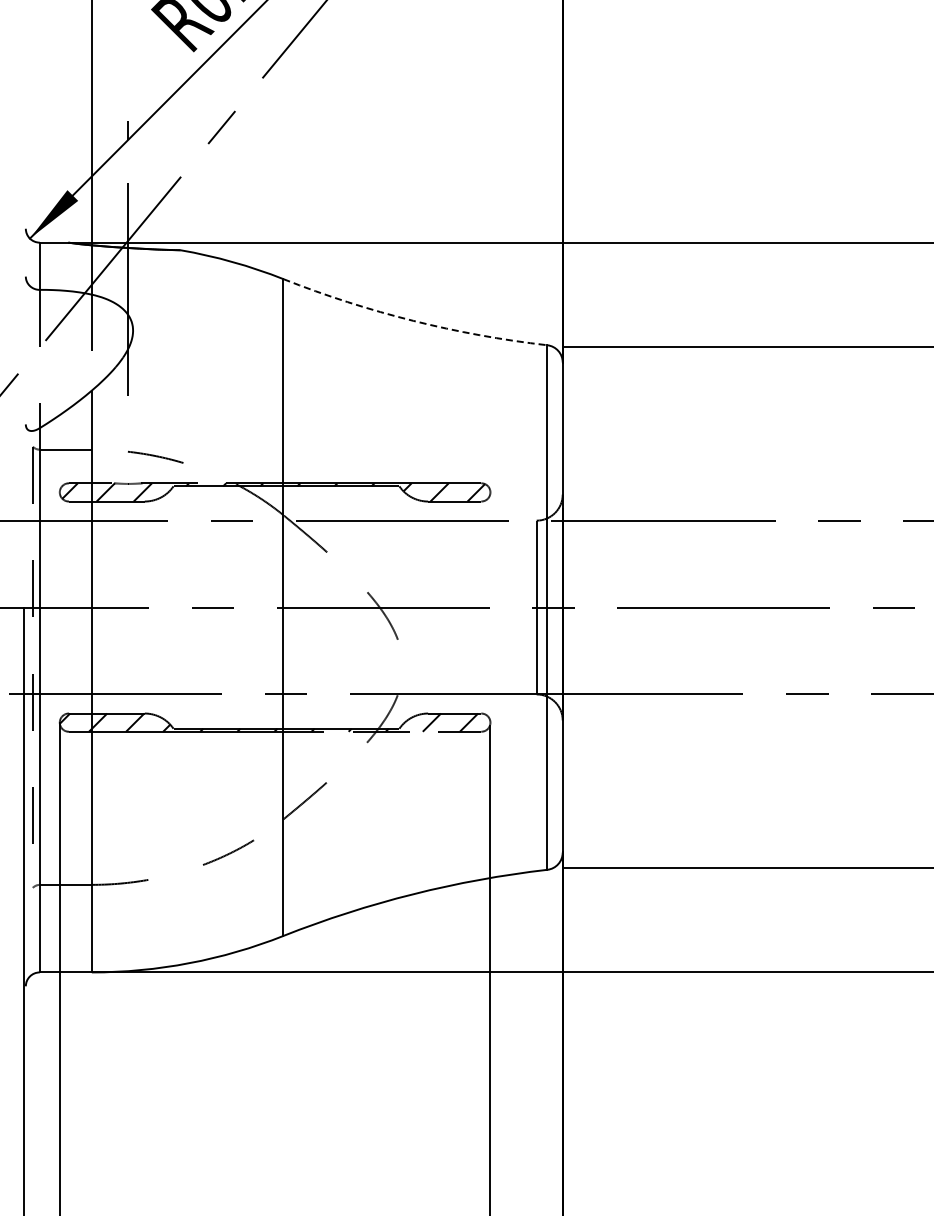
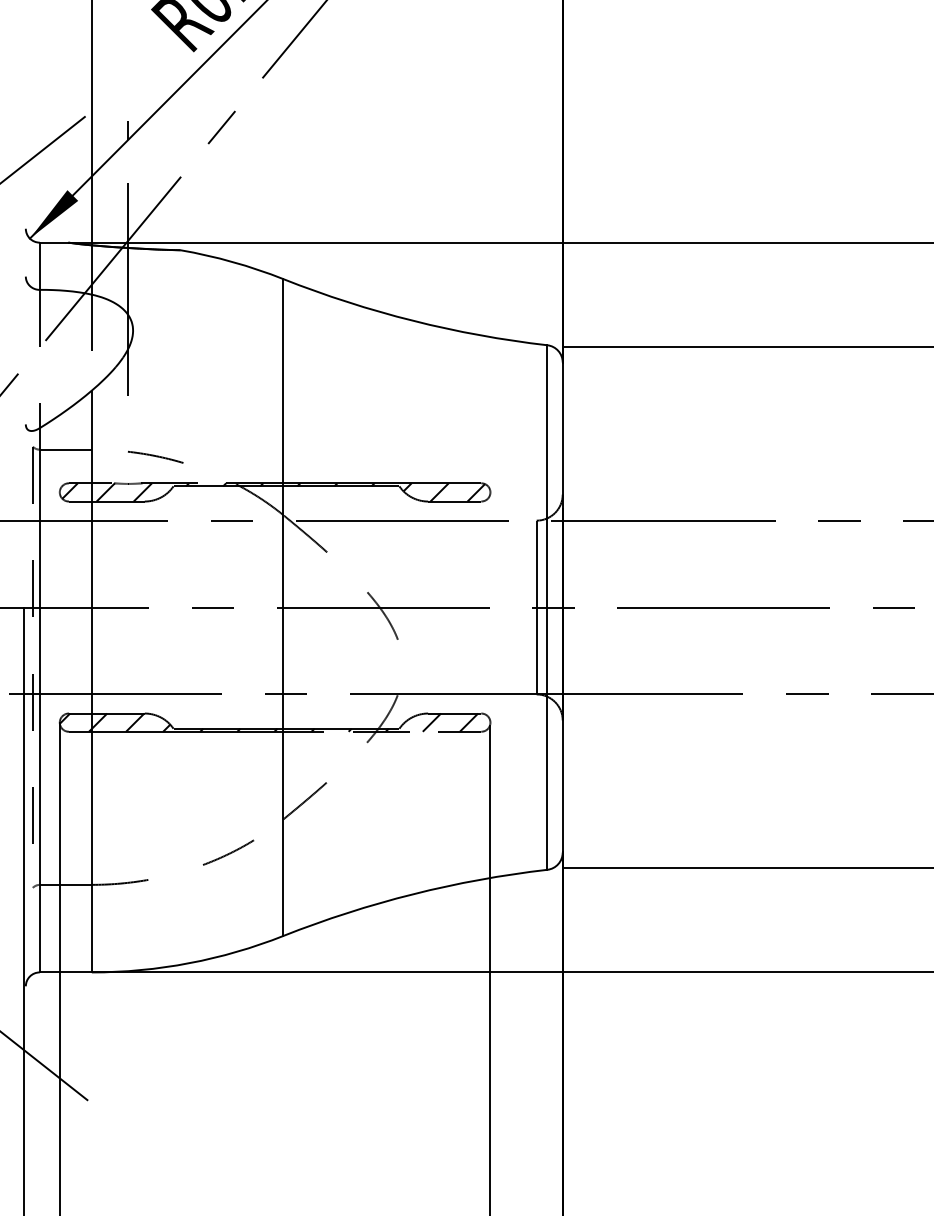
line at (43, 149): none -> present
arc at (413, 320): dashed -> solid
line at (45, 1066): none -> present
